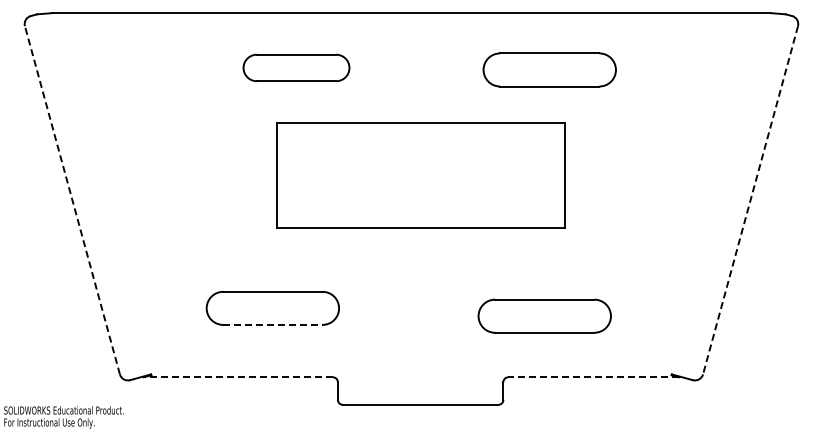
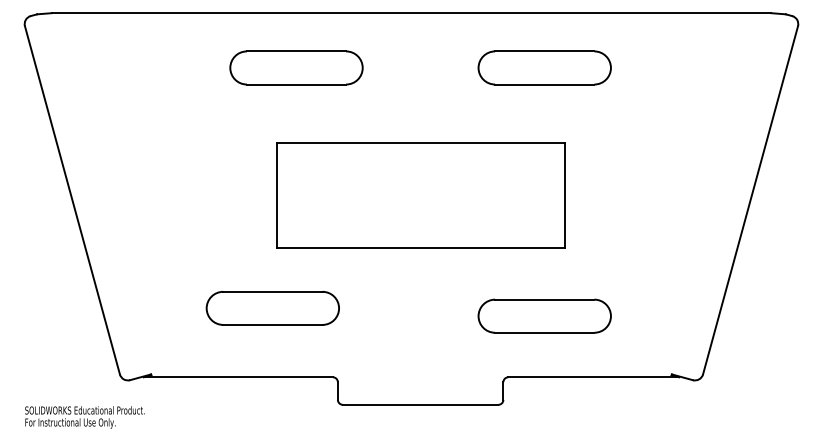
part at (296, 67) size: 109x30 px -> 135x36 px
part at (549, 69) position: (549, 69) -> (544, 67)
part at (420, 175) position: (420, 175) -> (420, 195)
line at (72, 199): dashed -> solid
line at (750, 200): dashed -> solid
line at (272, 324): dashed -> solid
line at (238, 377): dashed -> solid
line at (593, 377): dashed -> solid
text at (63, 417) position: (63, 417) -> (84, 417)
